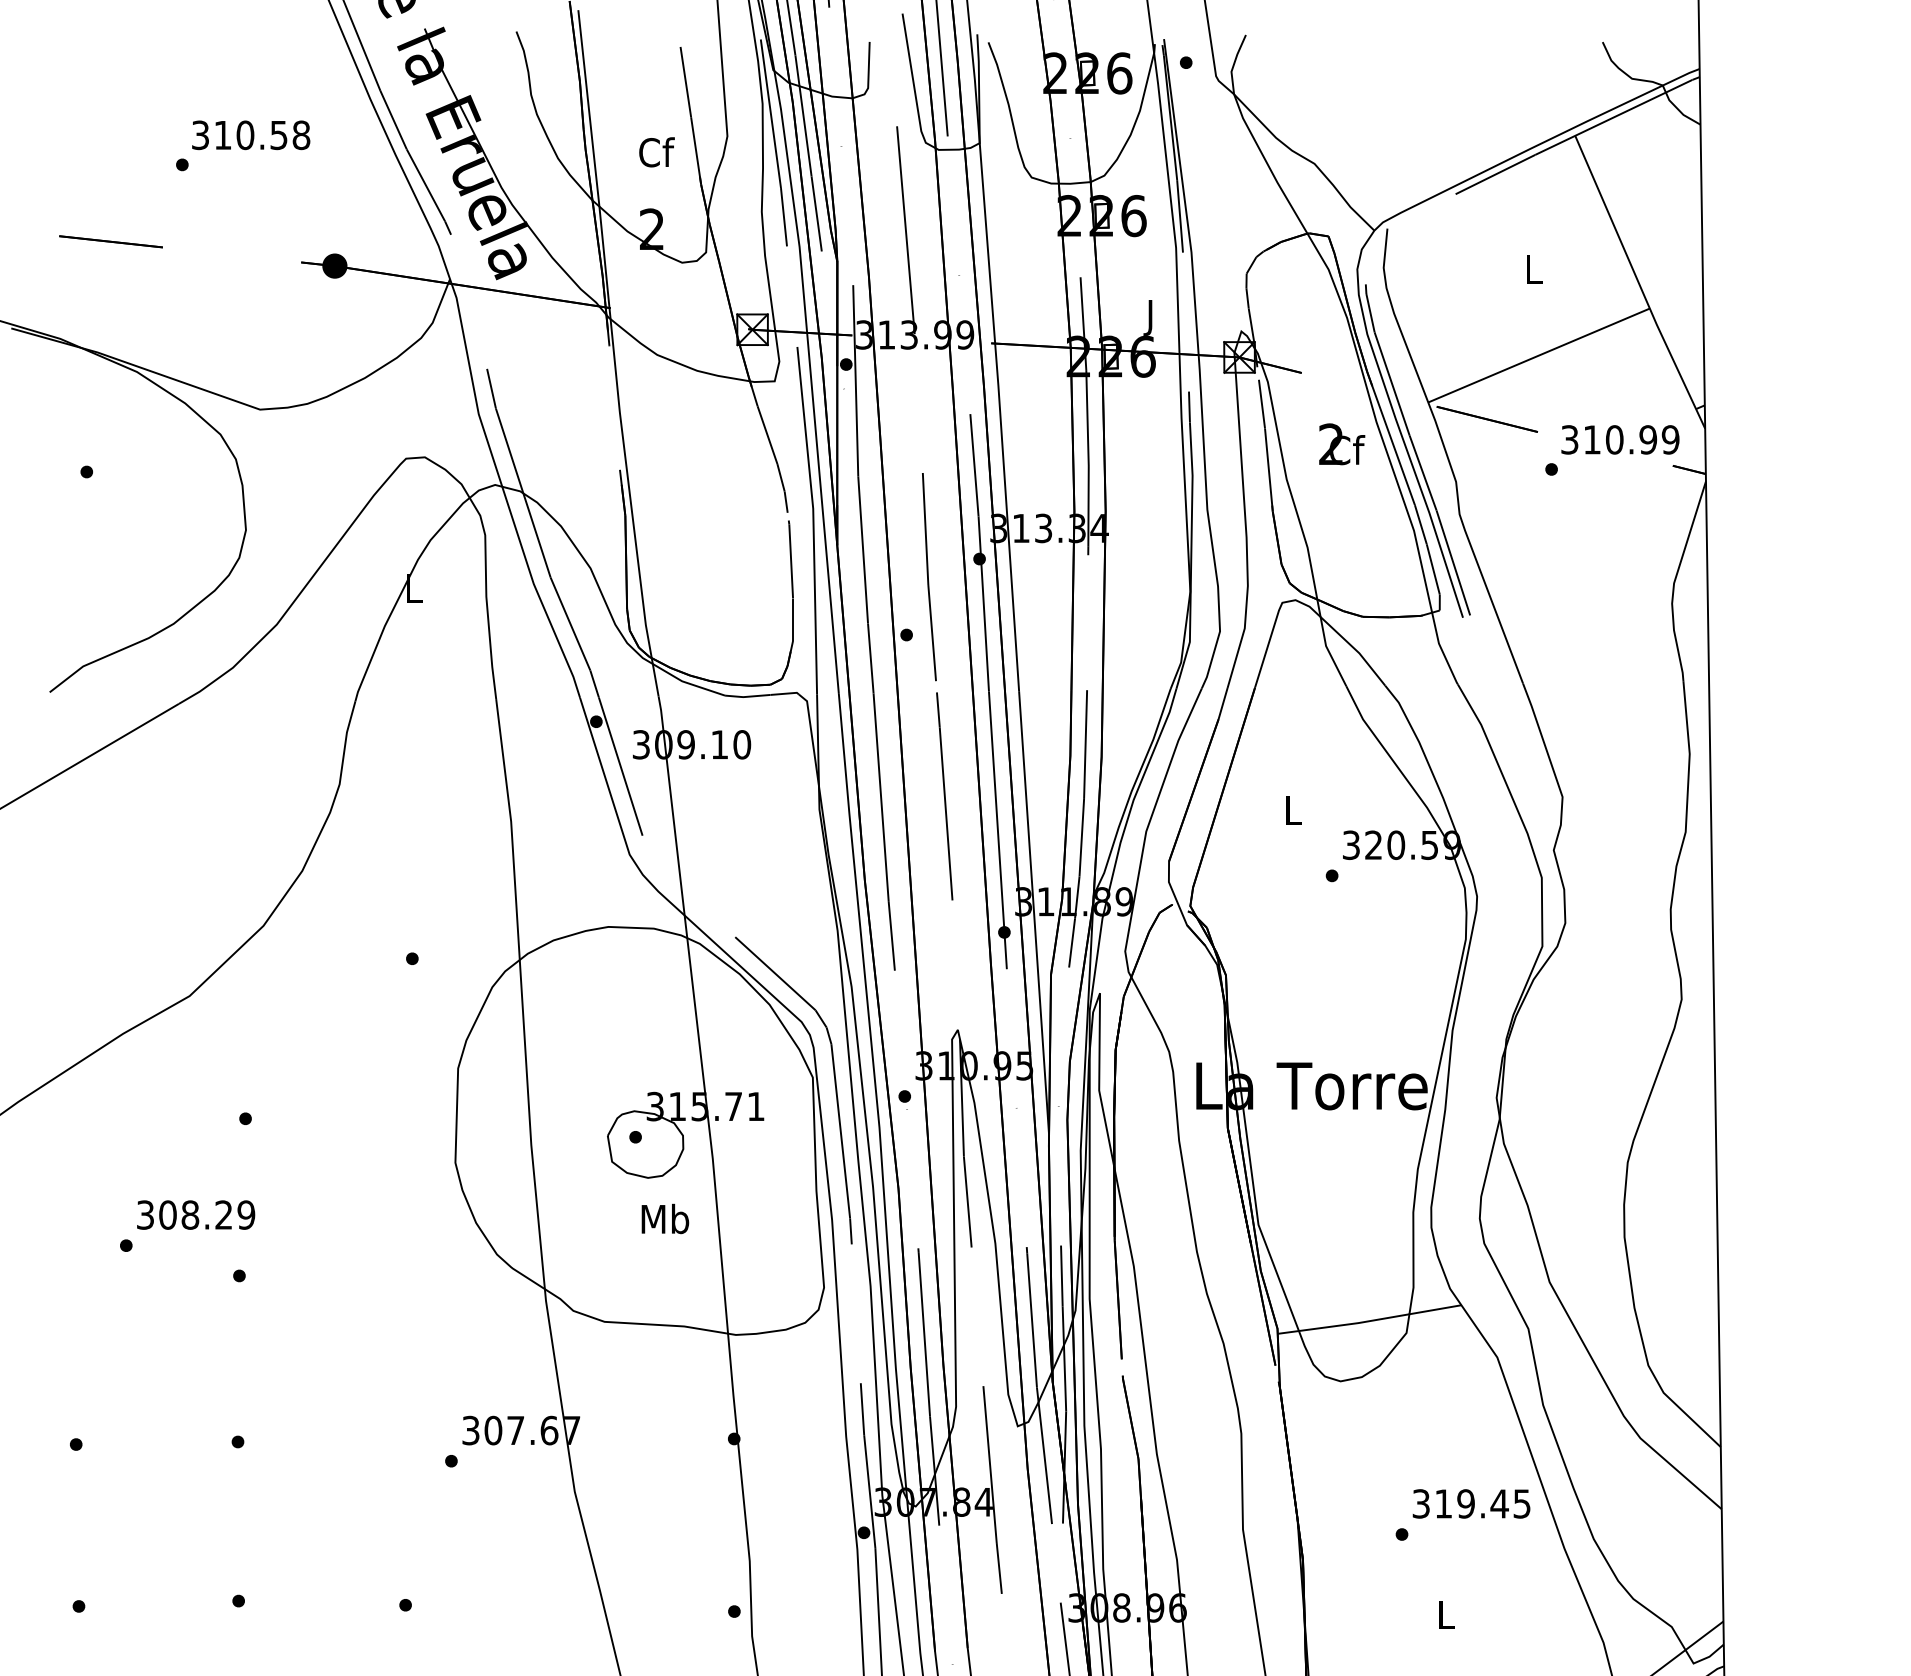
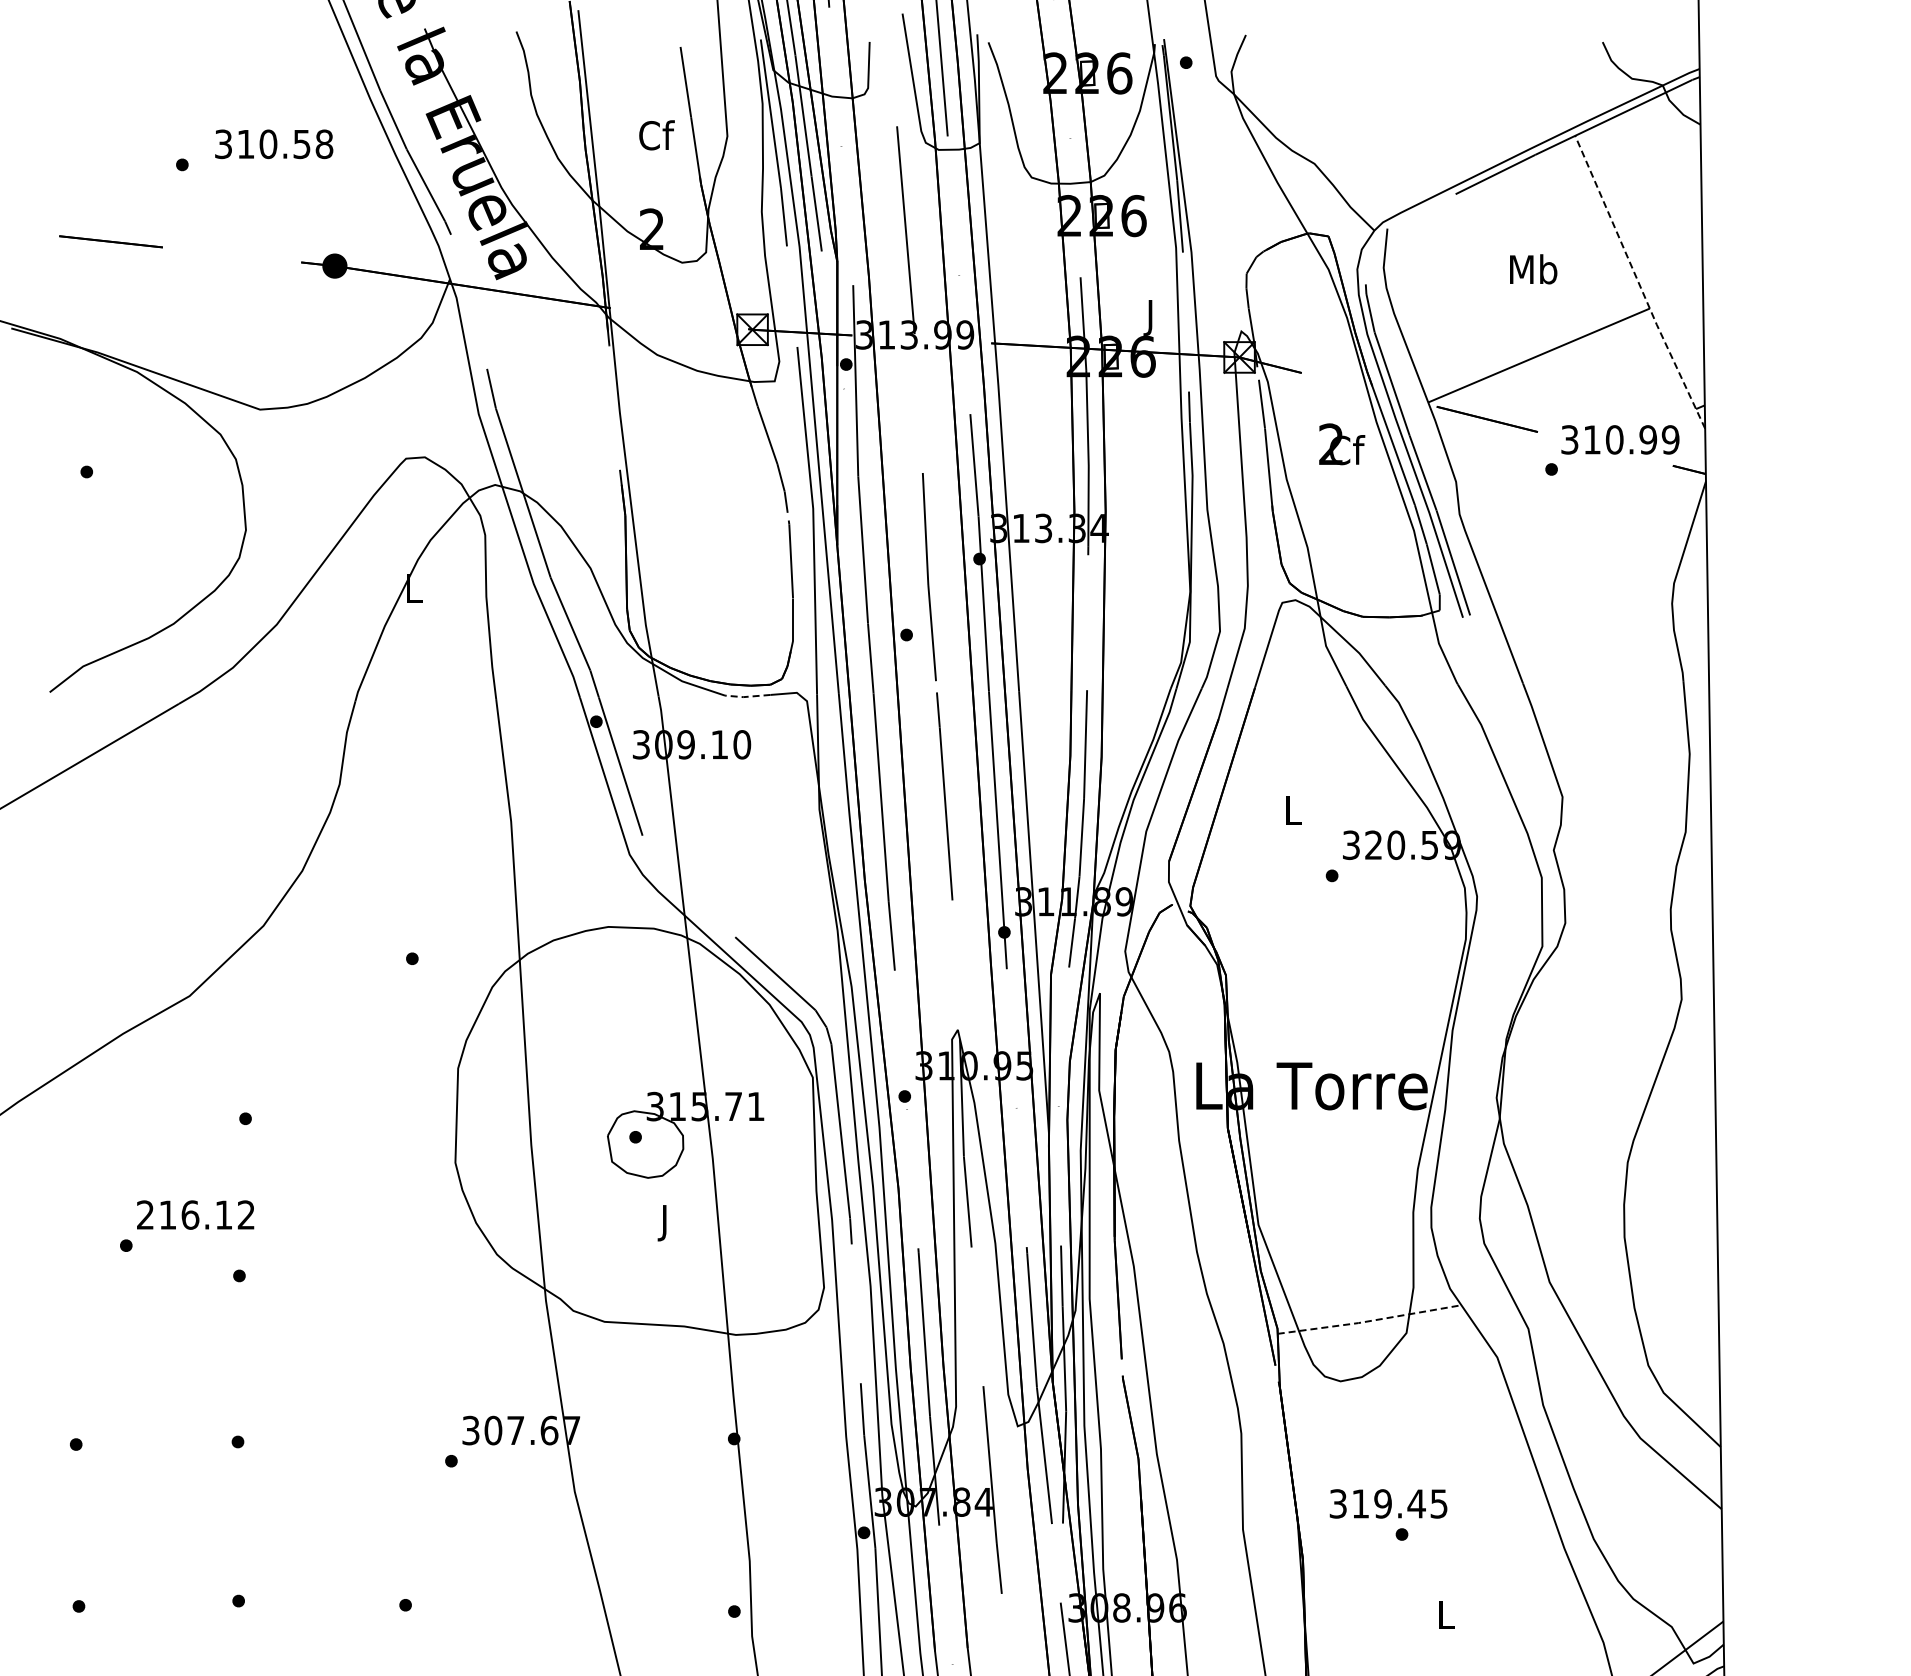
text at (251, 135) position: (251, 135) -> (274, 144)
text at (656, 152) position: (656, 152) -> (656, 135)
text at (1533, 269): L -> Mb
line at (1639, 283): solid -> dashed
line at (747, 696): solid -> dashed
text at (196, 1214): 308.29 -> 216.12
text at (665, 1222): Mb -> J
line at (1369, 1321): solid -> dashed
text at (1471, 1503) position: (1471, 1503) -> (1388, 1503)
